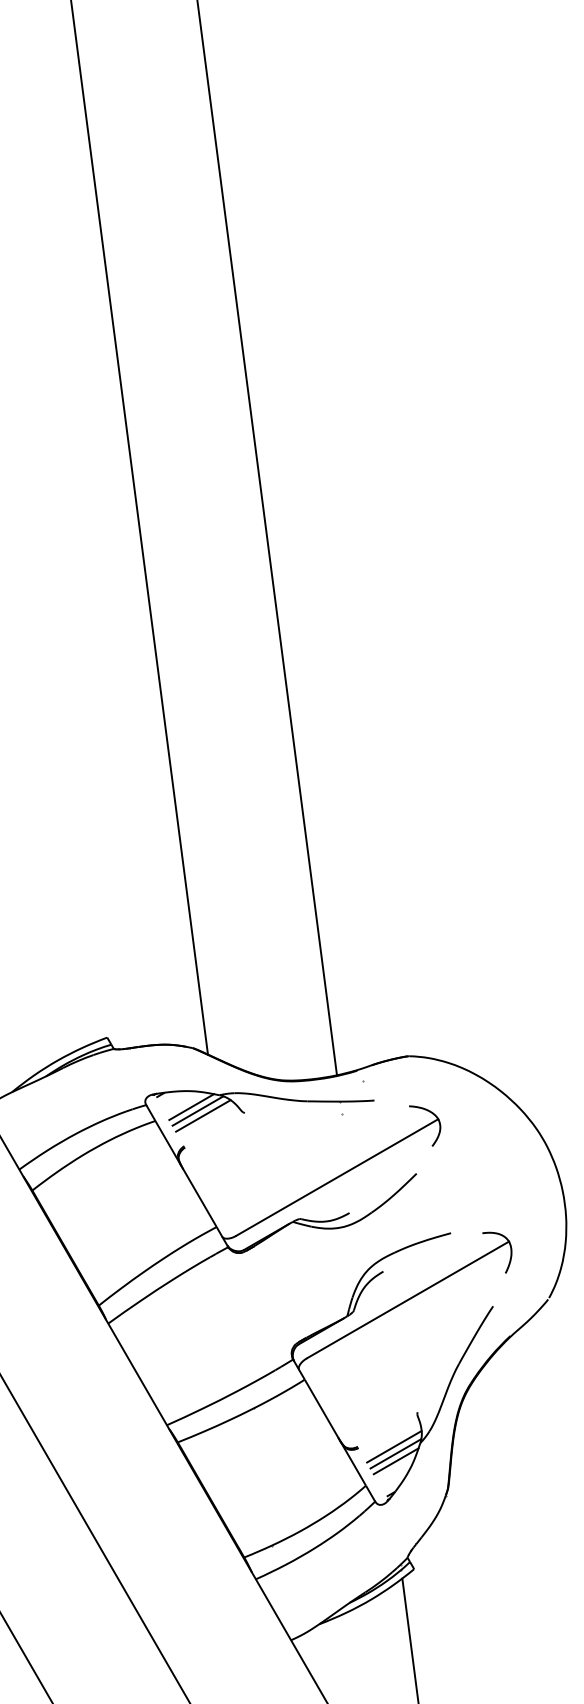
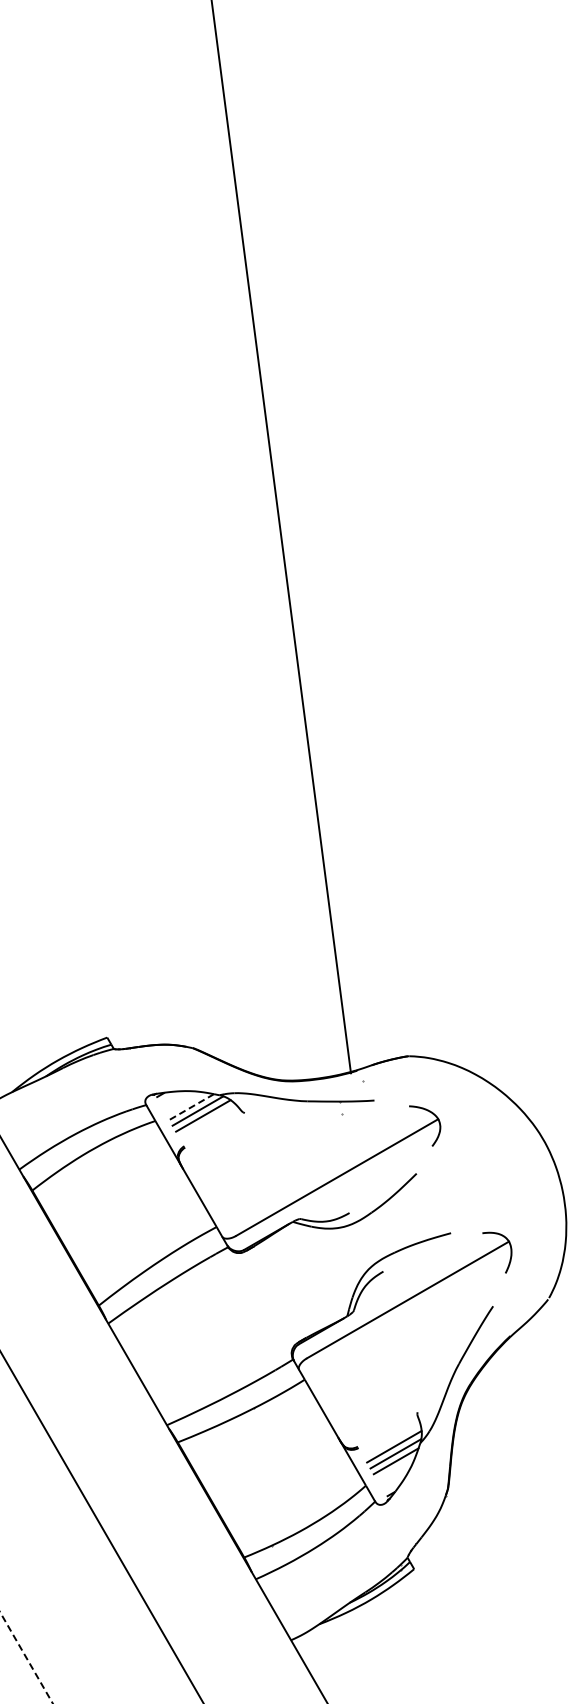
line at (139, 528): present -> none
line at (266, 538) position: (266, 538) -> (280, 537)
line at (191, 1107): solid -> dashed
line at (95, 1538) position: (95, 1538) -> (102, 1527)
line at (410, 1639): present -> none
line at (26, 1658): solid -> dashed
